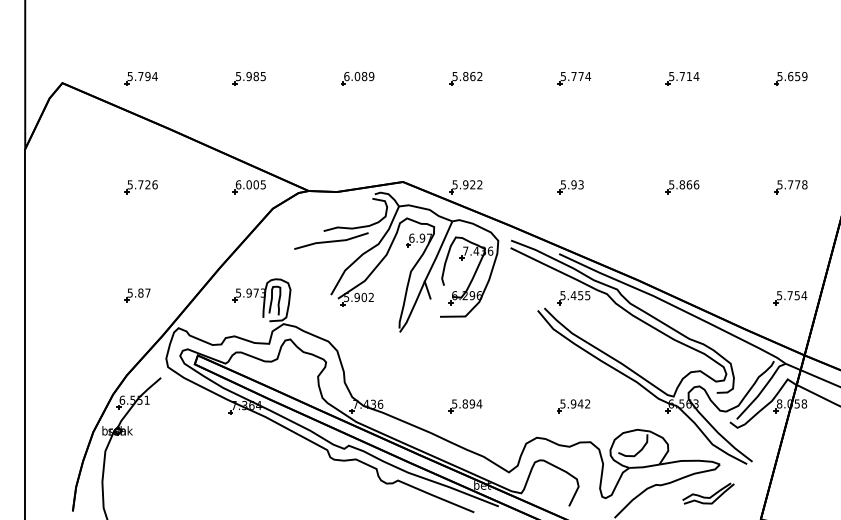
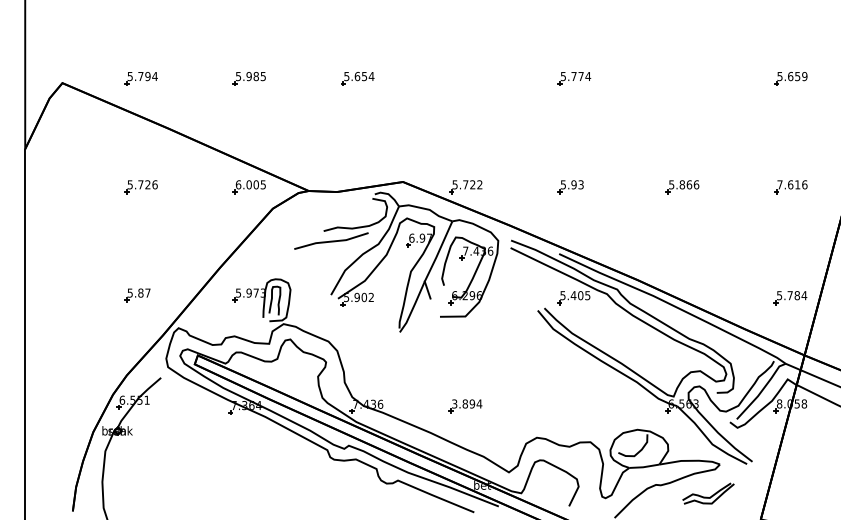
text at (359, 76): 6.089 -> 5.654
part at (465, 78): present -> none
part at (682, 78): present -> none
text at (465, 184): 5.922 -> 5.722
text at (792, 184): 5.778 -> 7.616
text at (580, 295): 5.455 -> 5.405
text at (796, 295): 5.754 -> 5.784
text at (454, 403): 5.894 -> 3.894
part at (573, 406): present -> none
